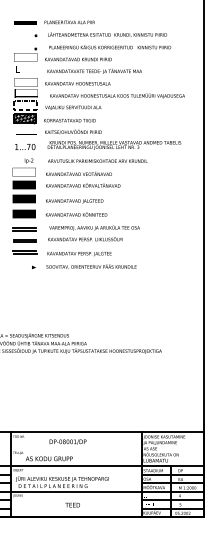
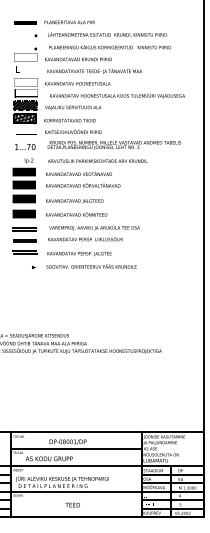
hatch at (25, 105): none -> present
fill at (23, 171): none -> present
line at (76, 449): none -> present
